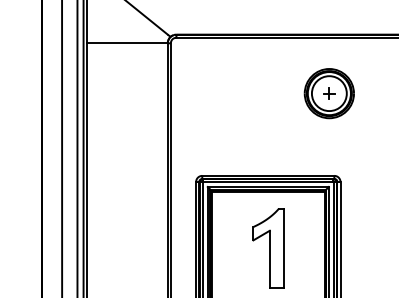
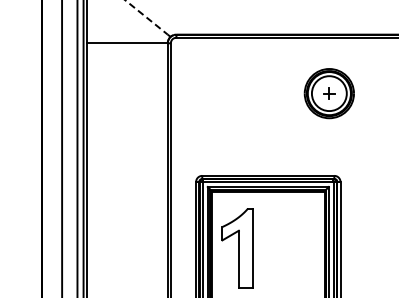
line at (146, 17): solid -> dashed
part at (268, 248) position: (268, 248) -> (237, 248)
